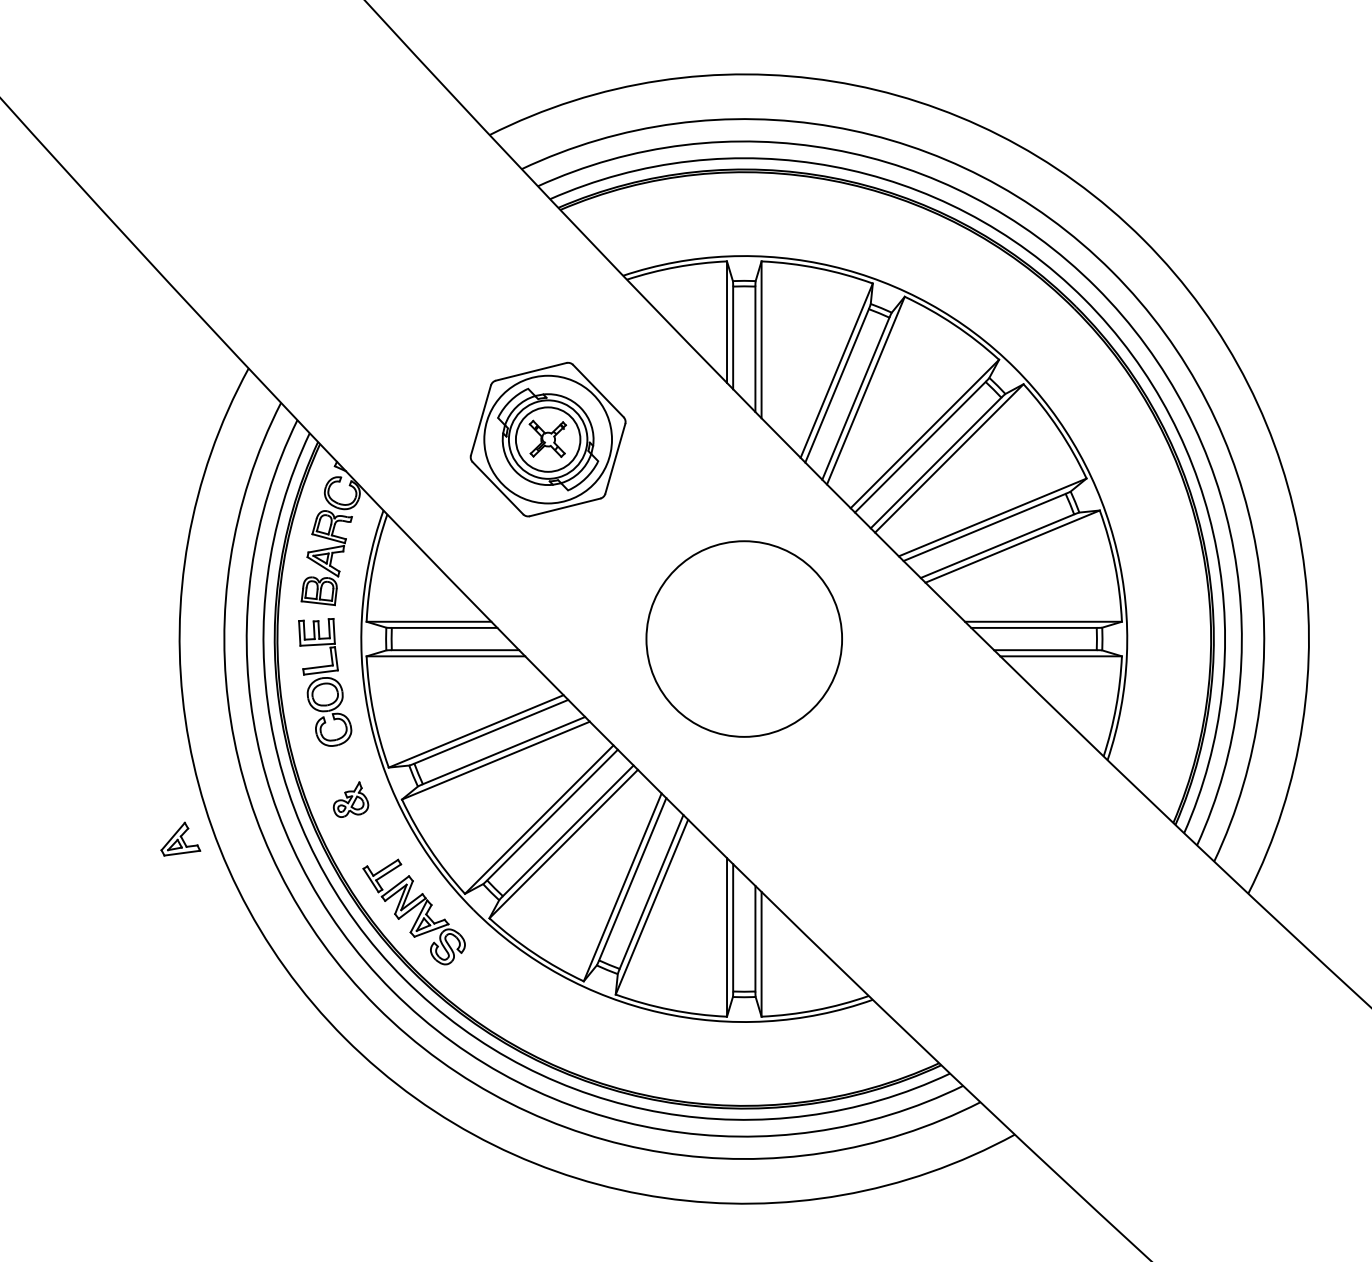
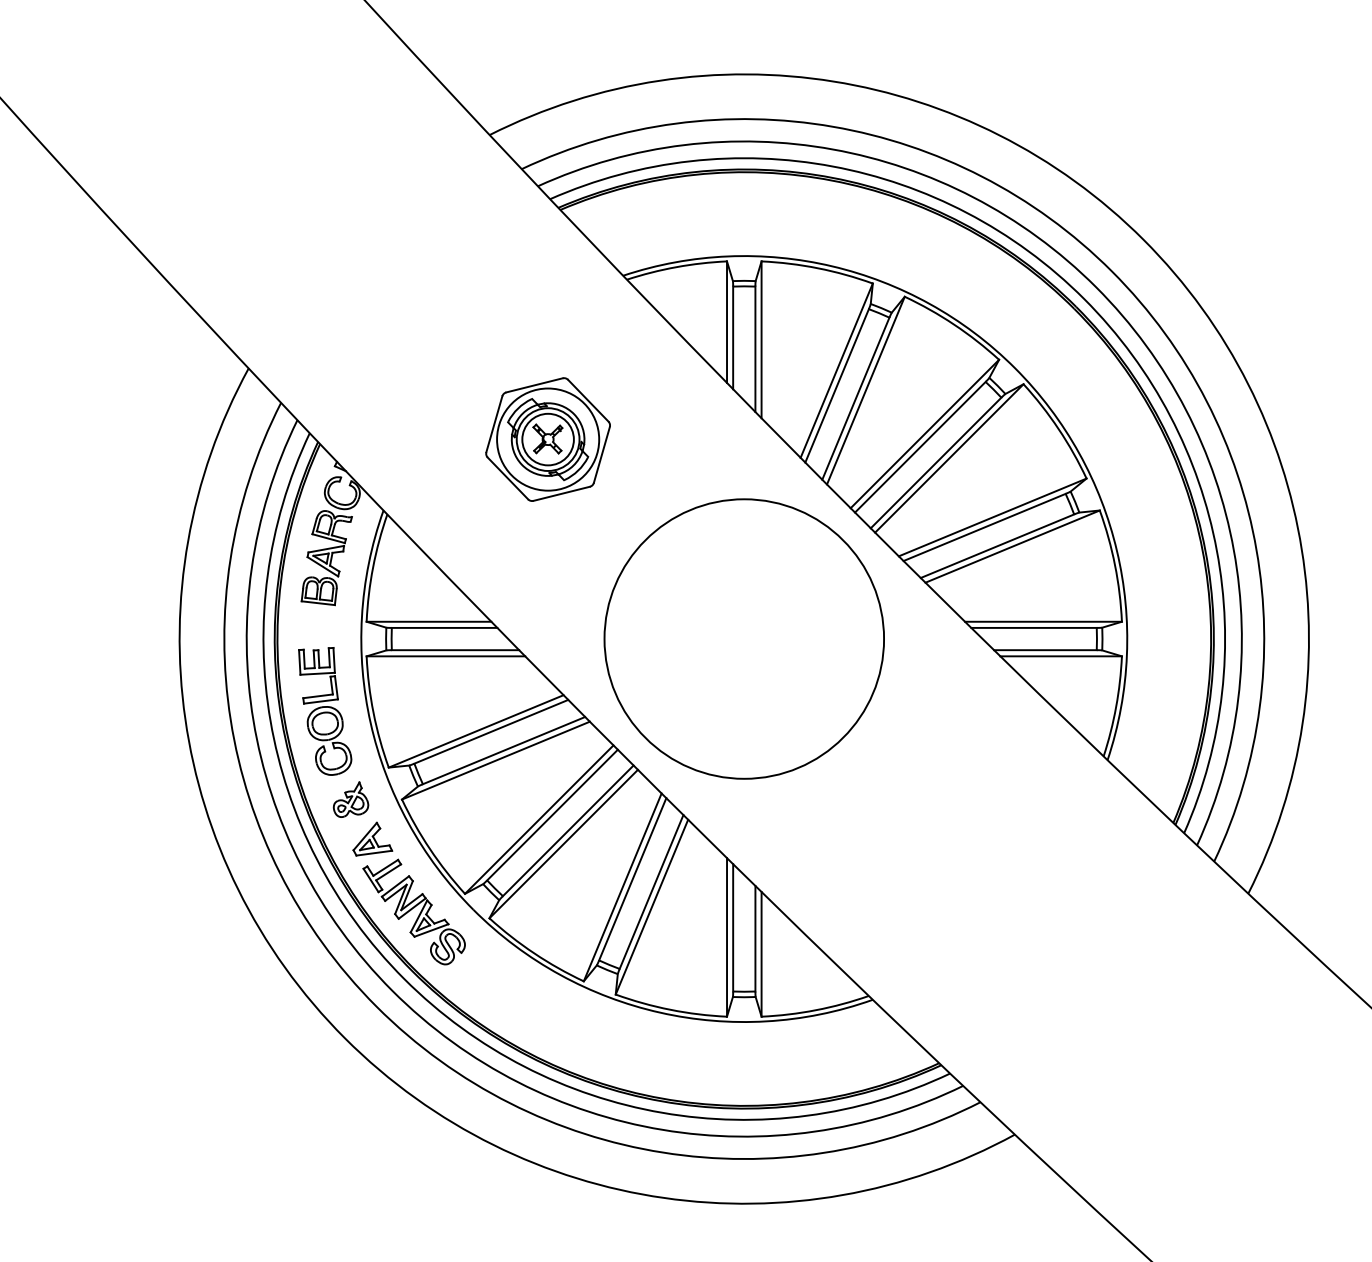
part at (547, 439) size: 158x157 px -> 126x125 px
circle at (744, 638) diameter: 196 px -> 280 px
part at (325, 682) position: (325, 682) -> (325, 711)
part at (180, 838) position: (180, 838) -> (372, 838)
